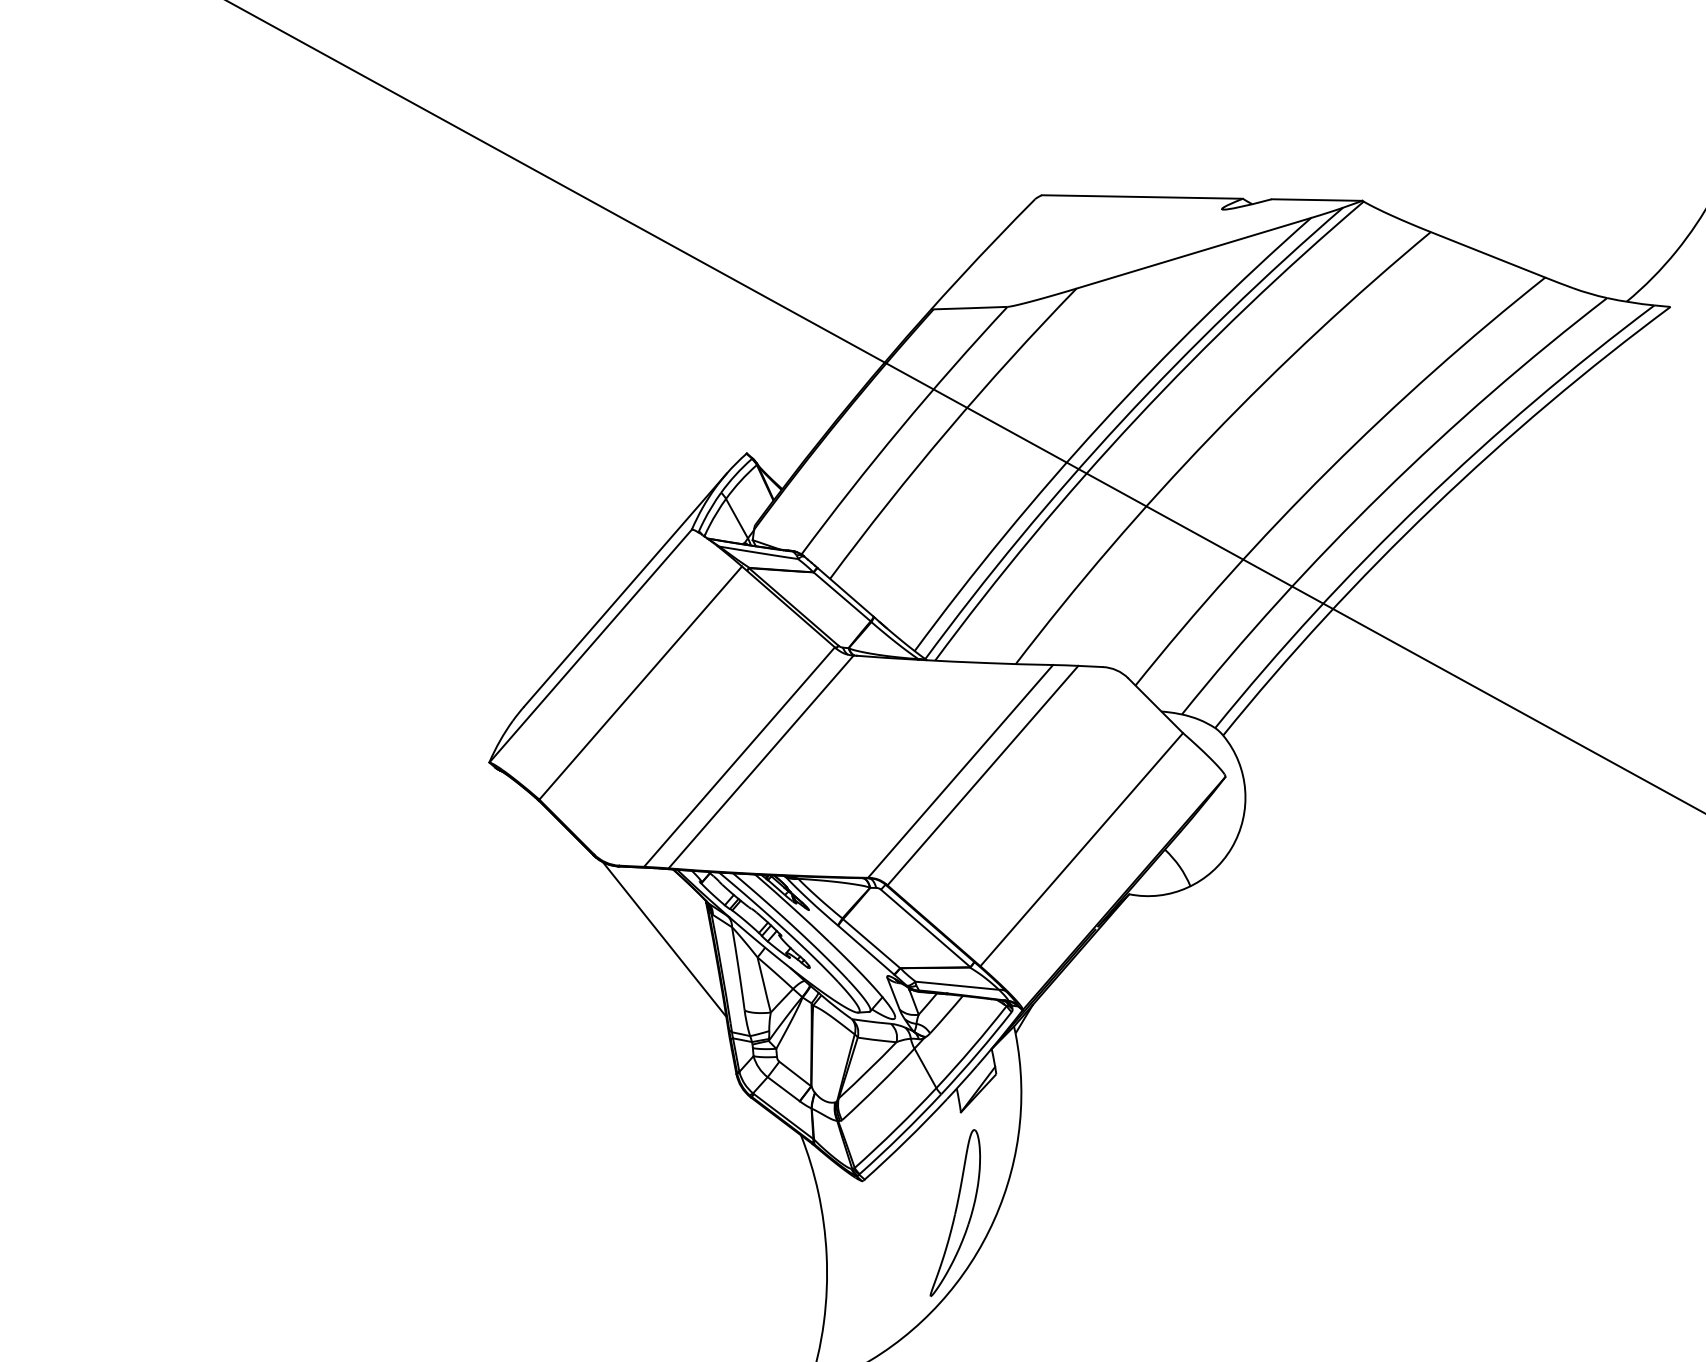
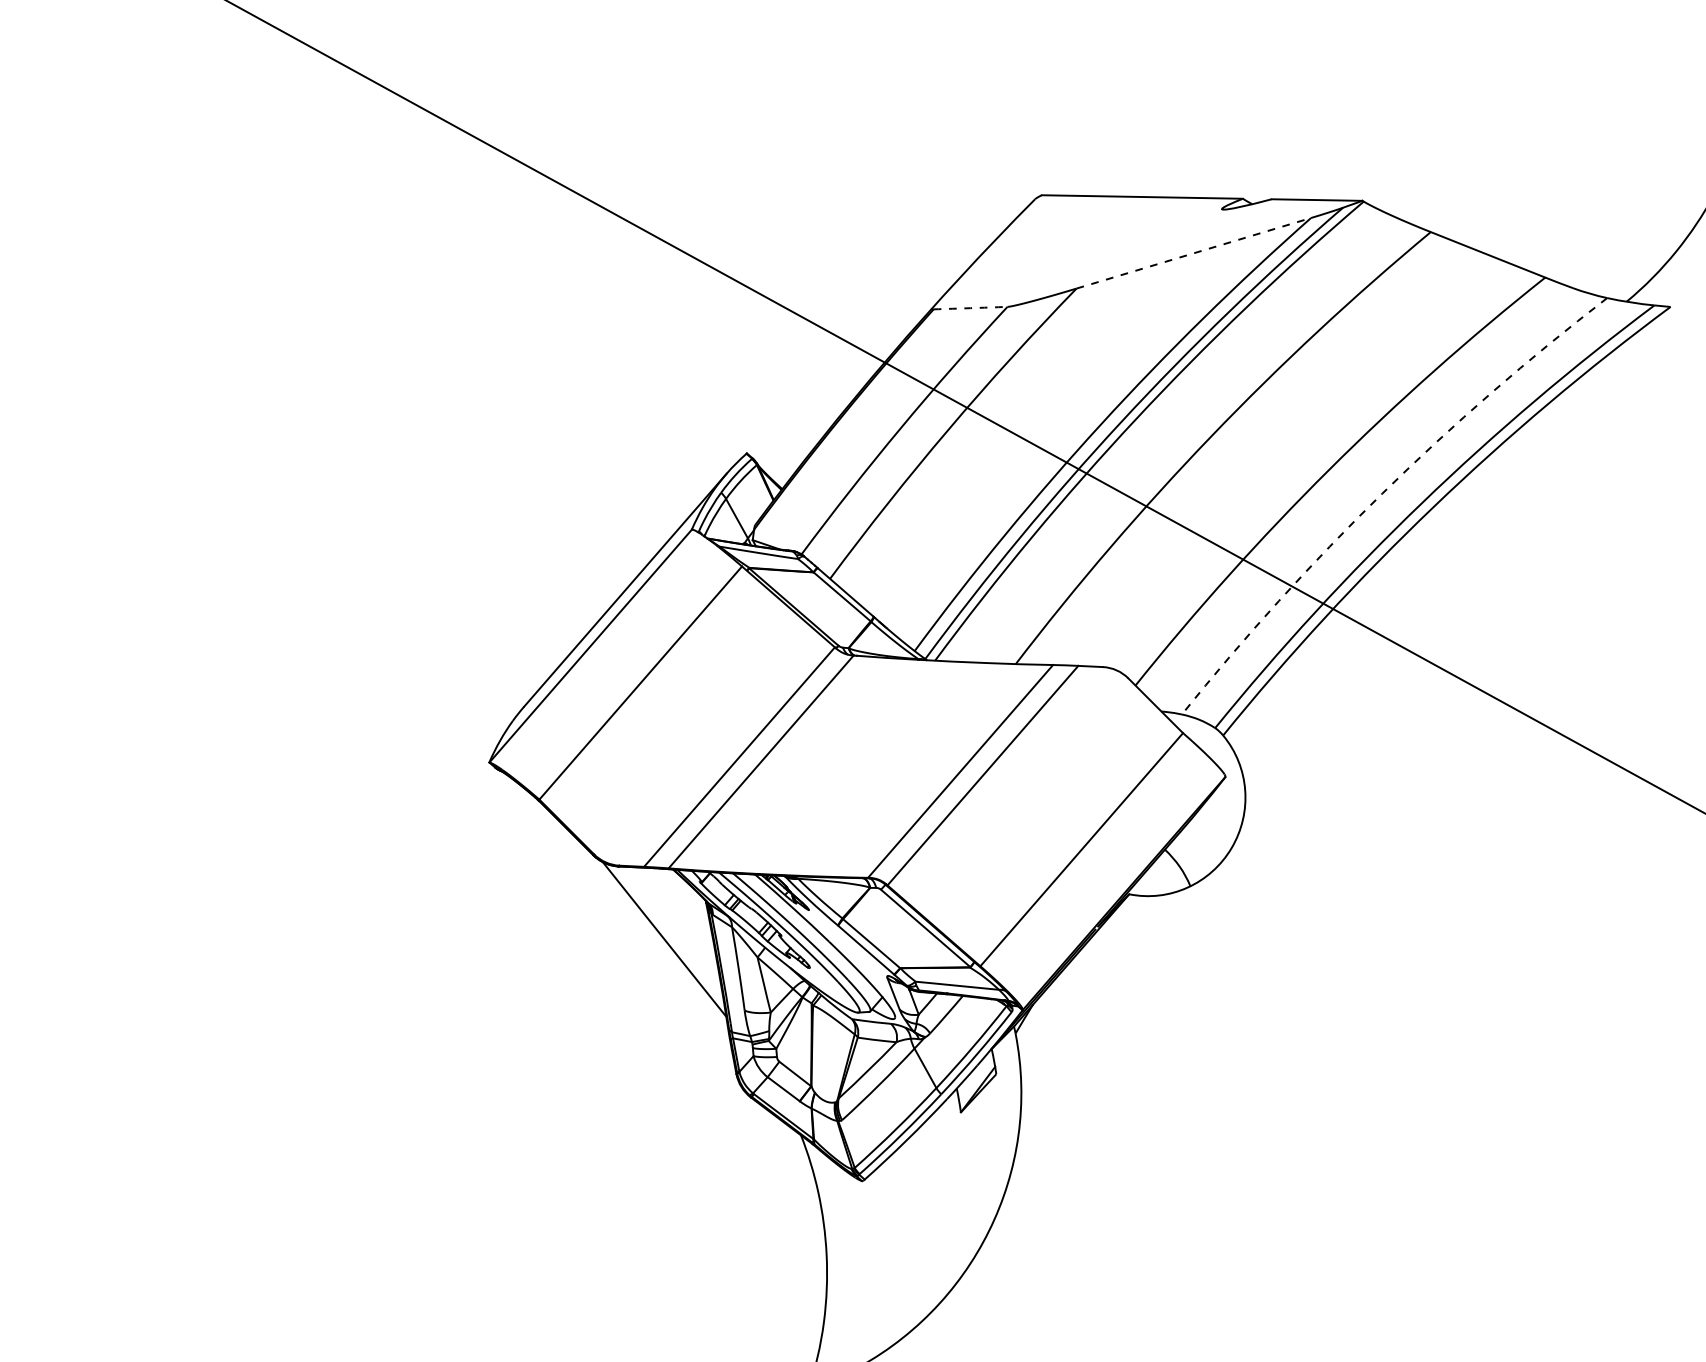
line at (1194, 253): solid -> dashed
arc at (970, 308): solid -> dashed
arc at (1382, 493): solid -> dashed
part at (954, 1212): present -> none
